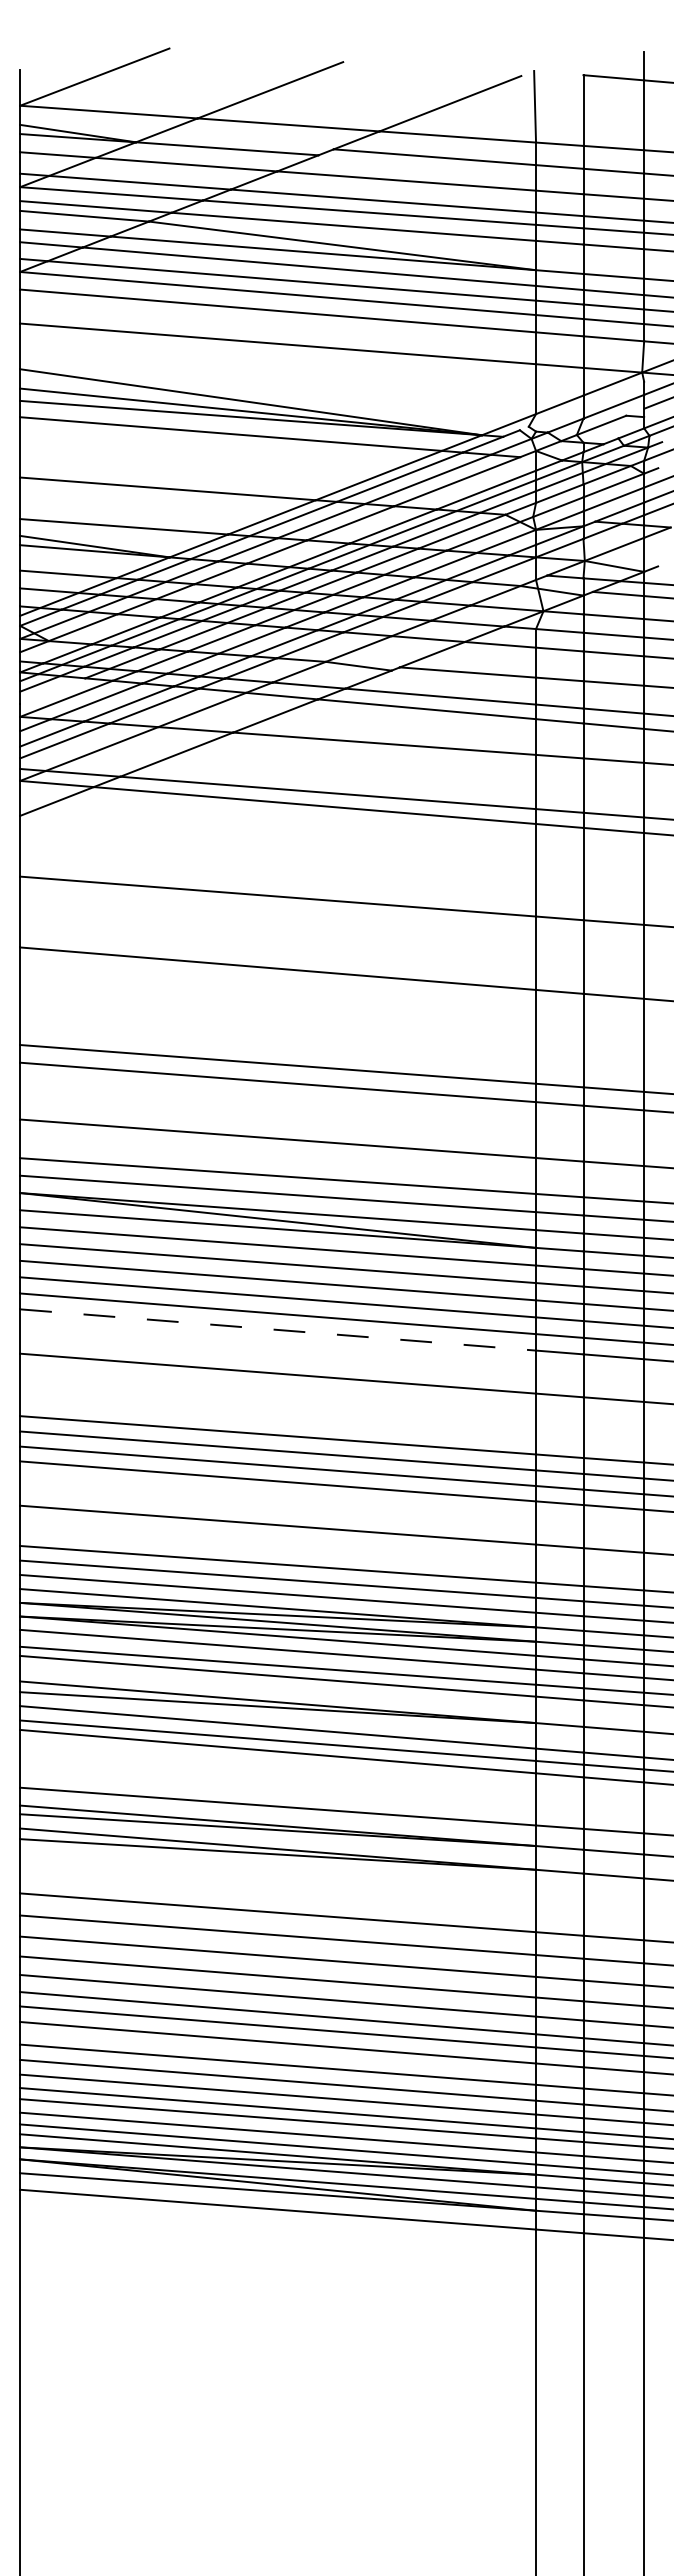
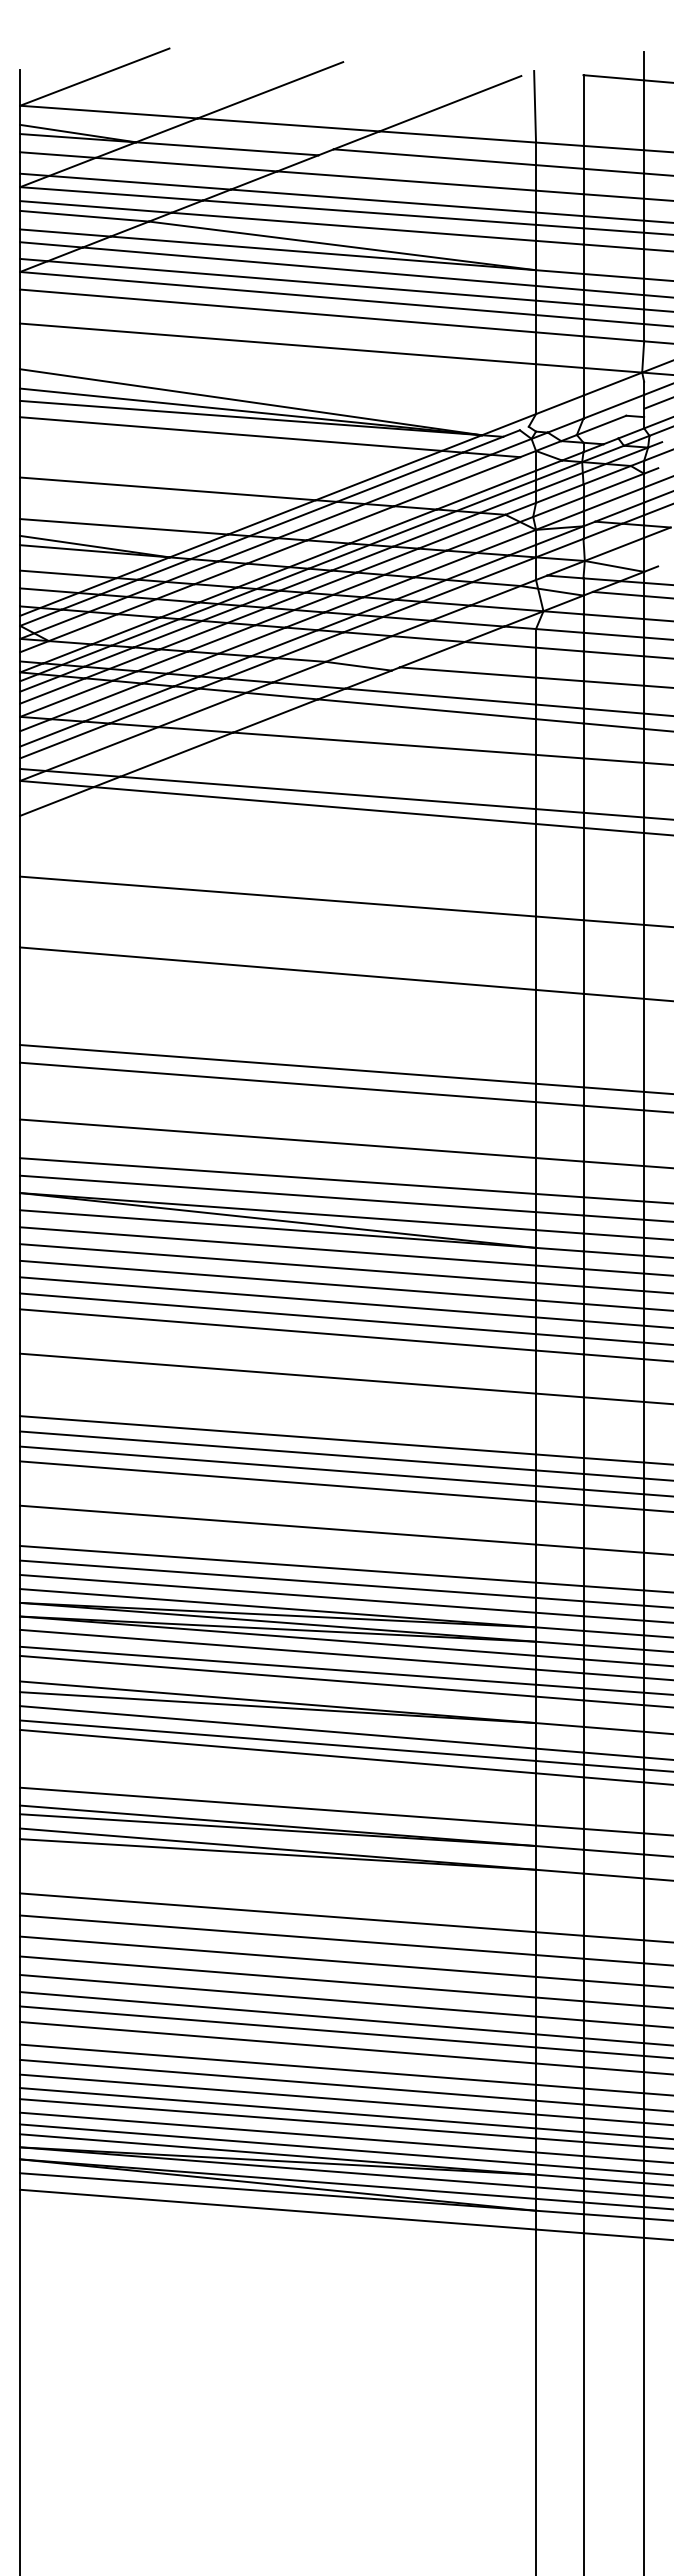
line at (52, 690): none -> present
line at (278, 1329): dashed -> solid
